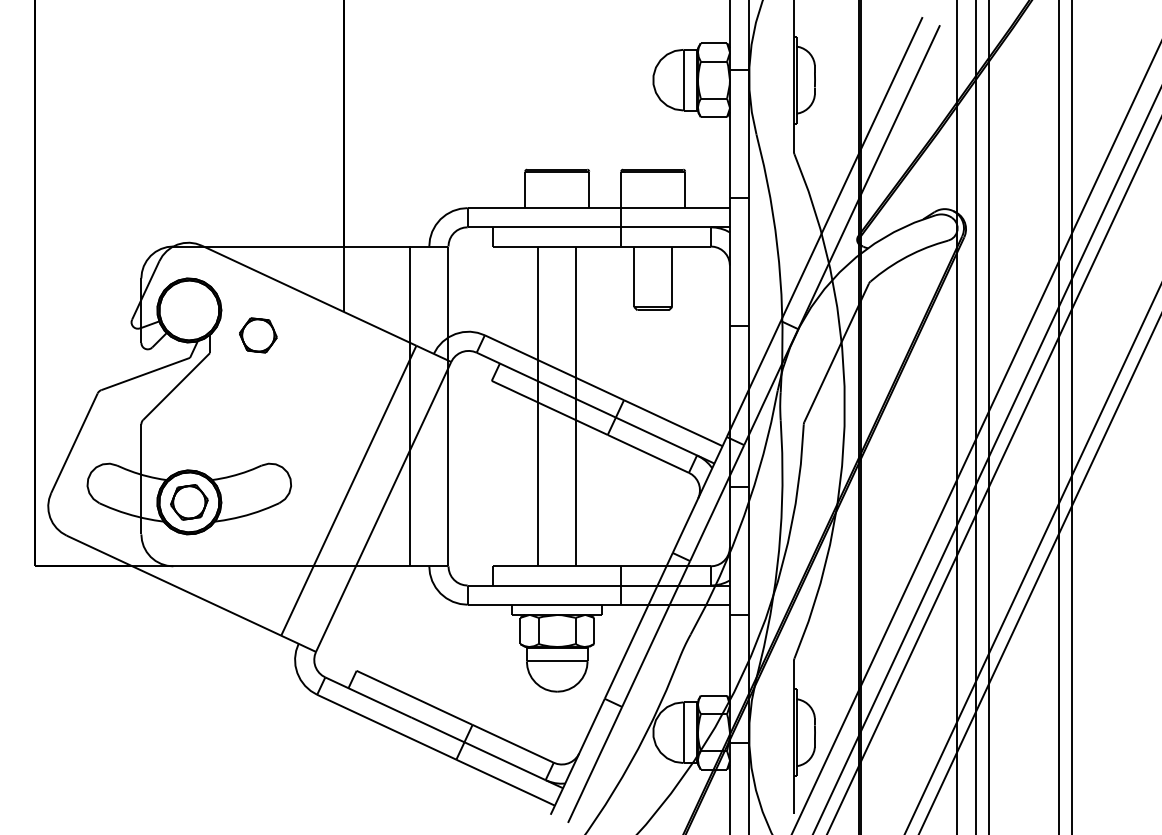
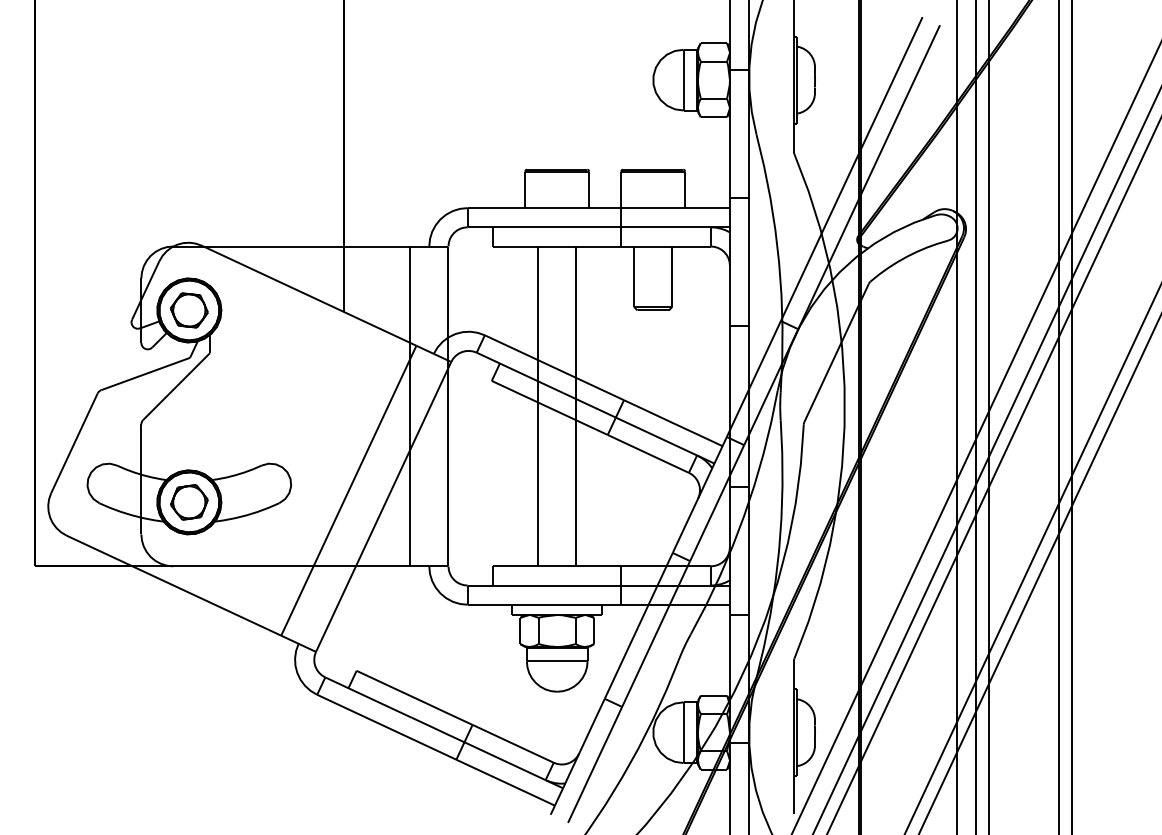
part at (258, 335) position: (258, 335) -> (189, 310)
